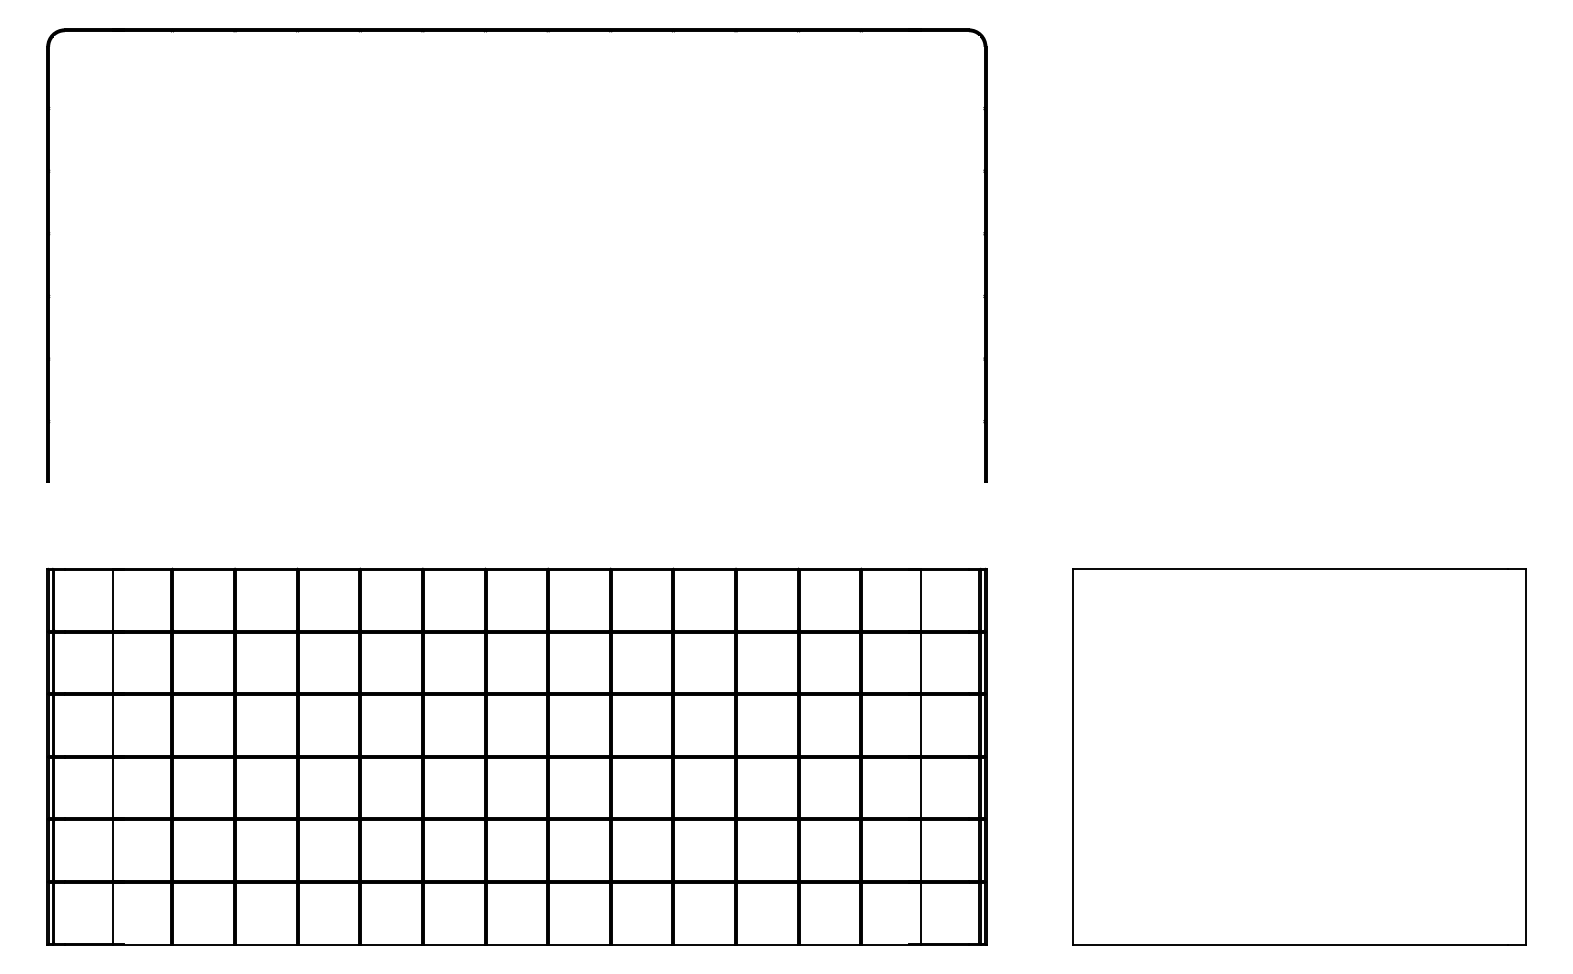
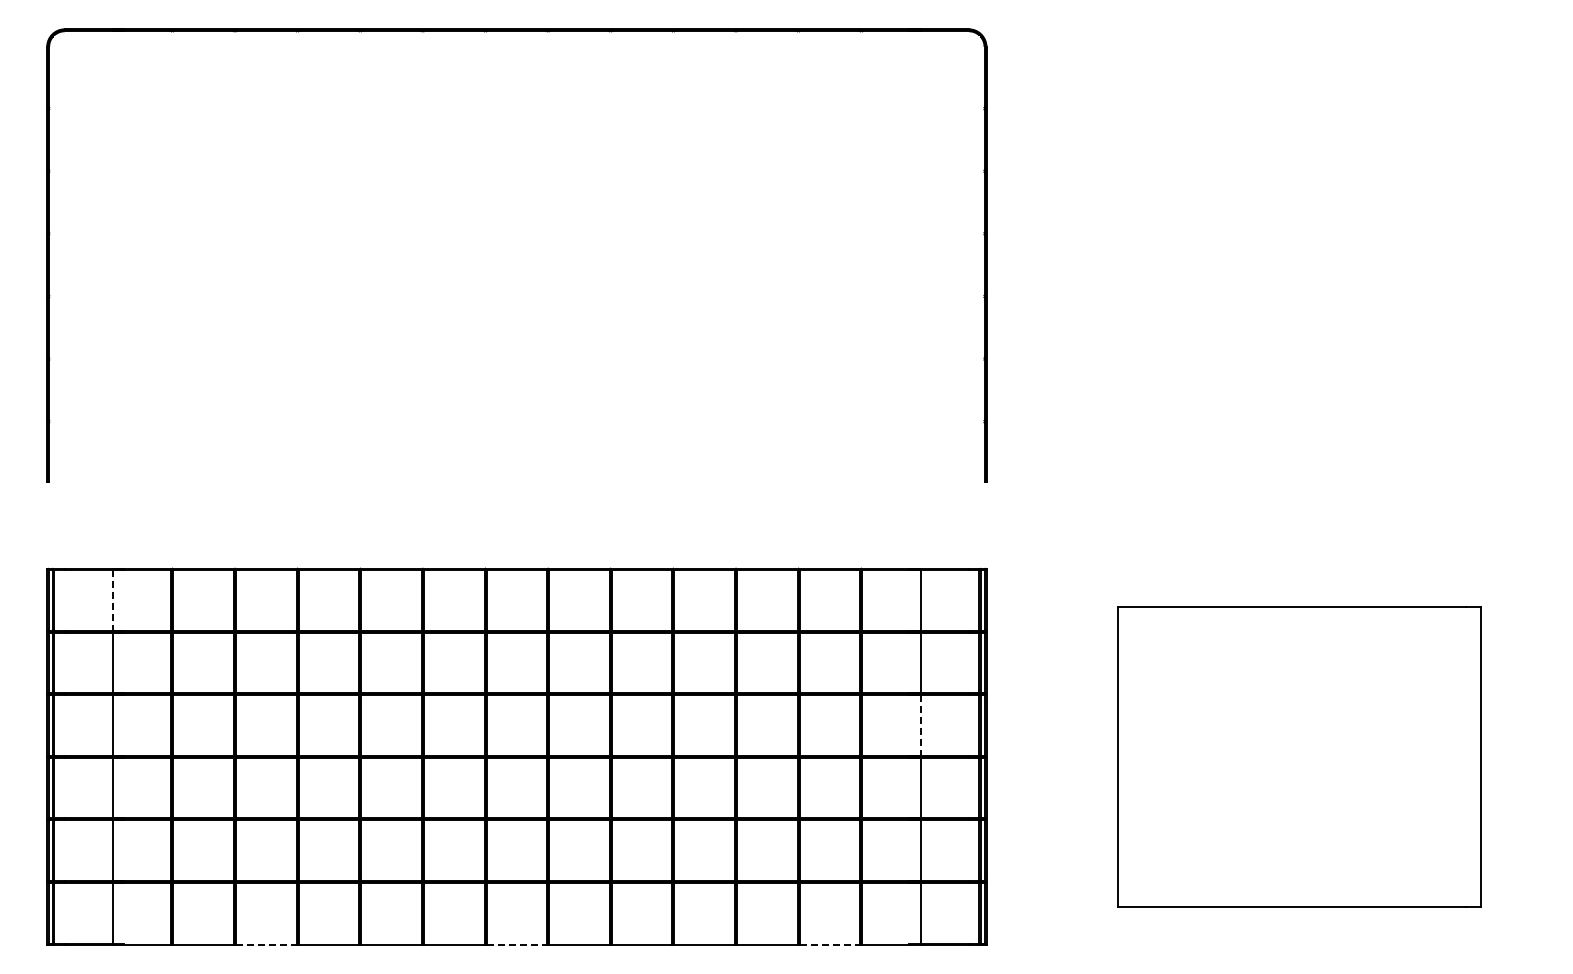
line at (112, 600): solid -> dashed
line at (920, 725): solid -> dashed
part at (1299, 756) size: 455x378 px -> 365x302 px
line at (266, 944): solid -> dashed
line at (517, 944): solid -> dashed
line at (830, 944): solid -> dashed
